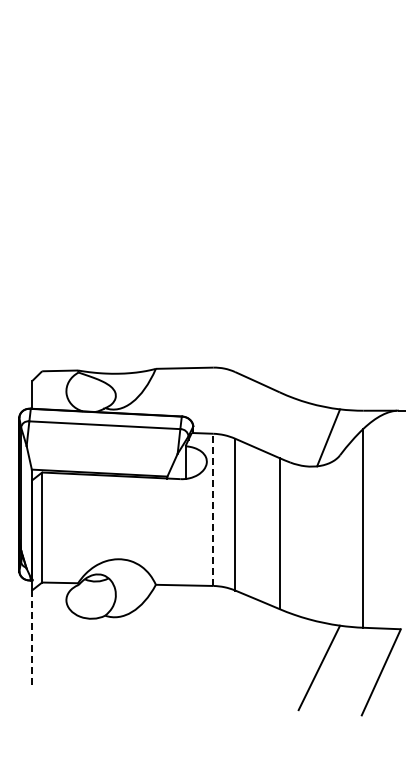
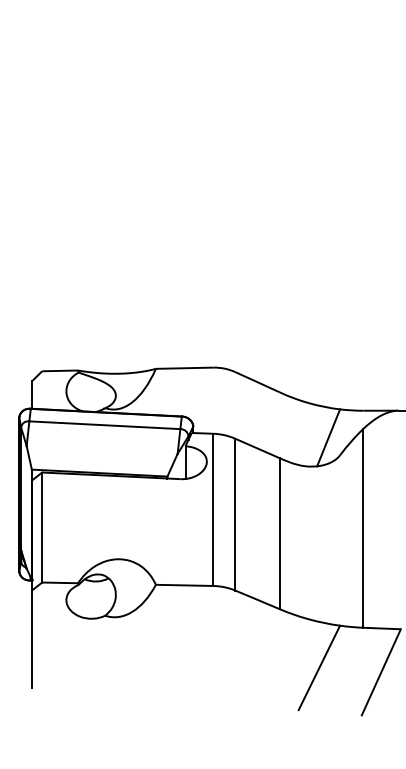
line at (213, 509): dashed -> solid
line at (32, 639): dashed -> solid
